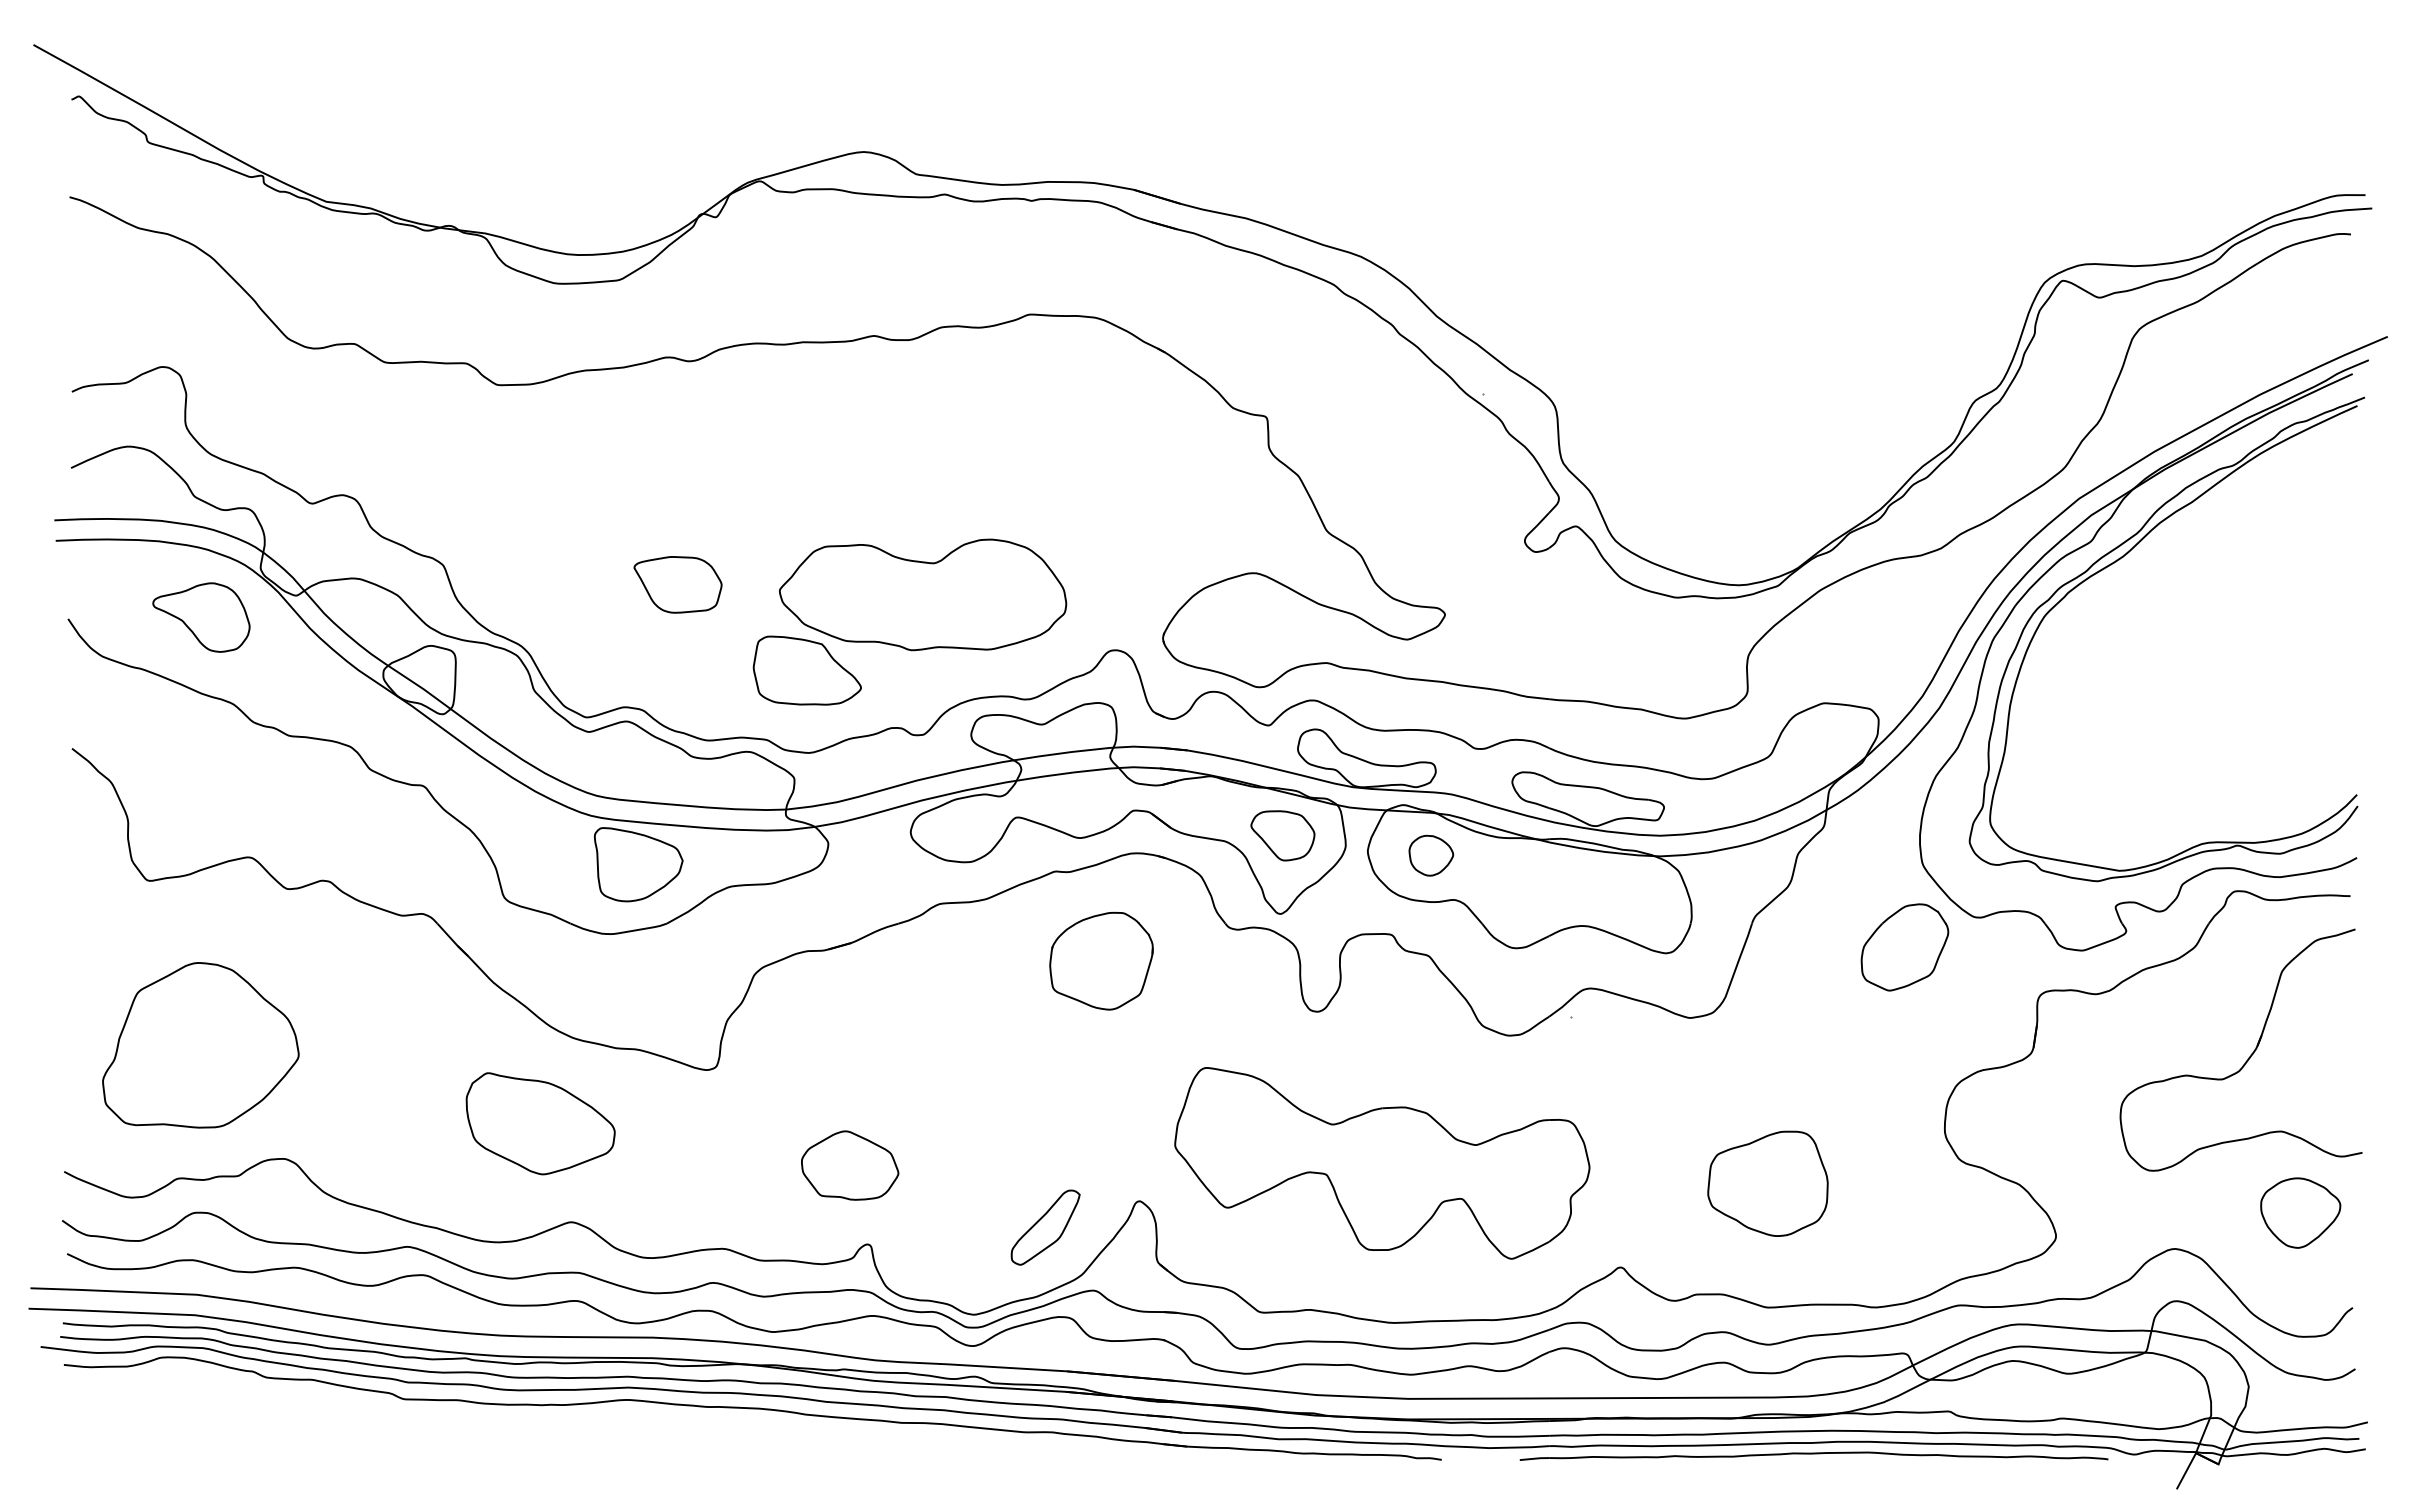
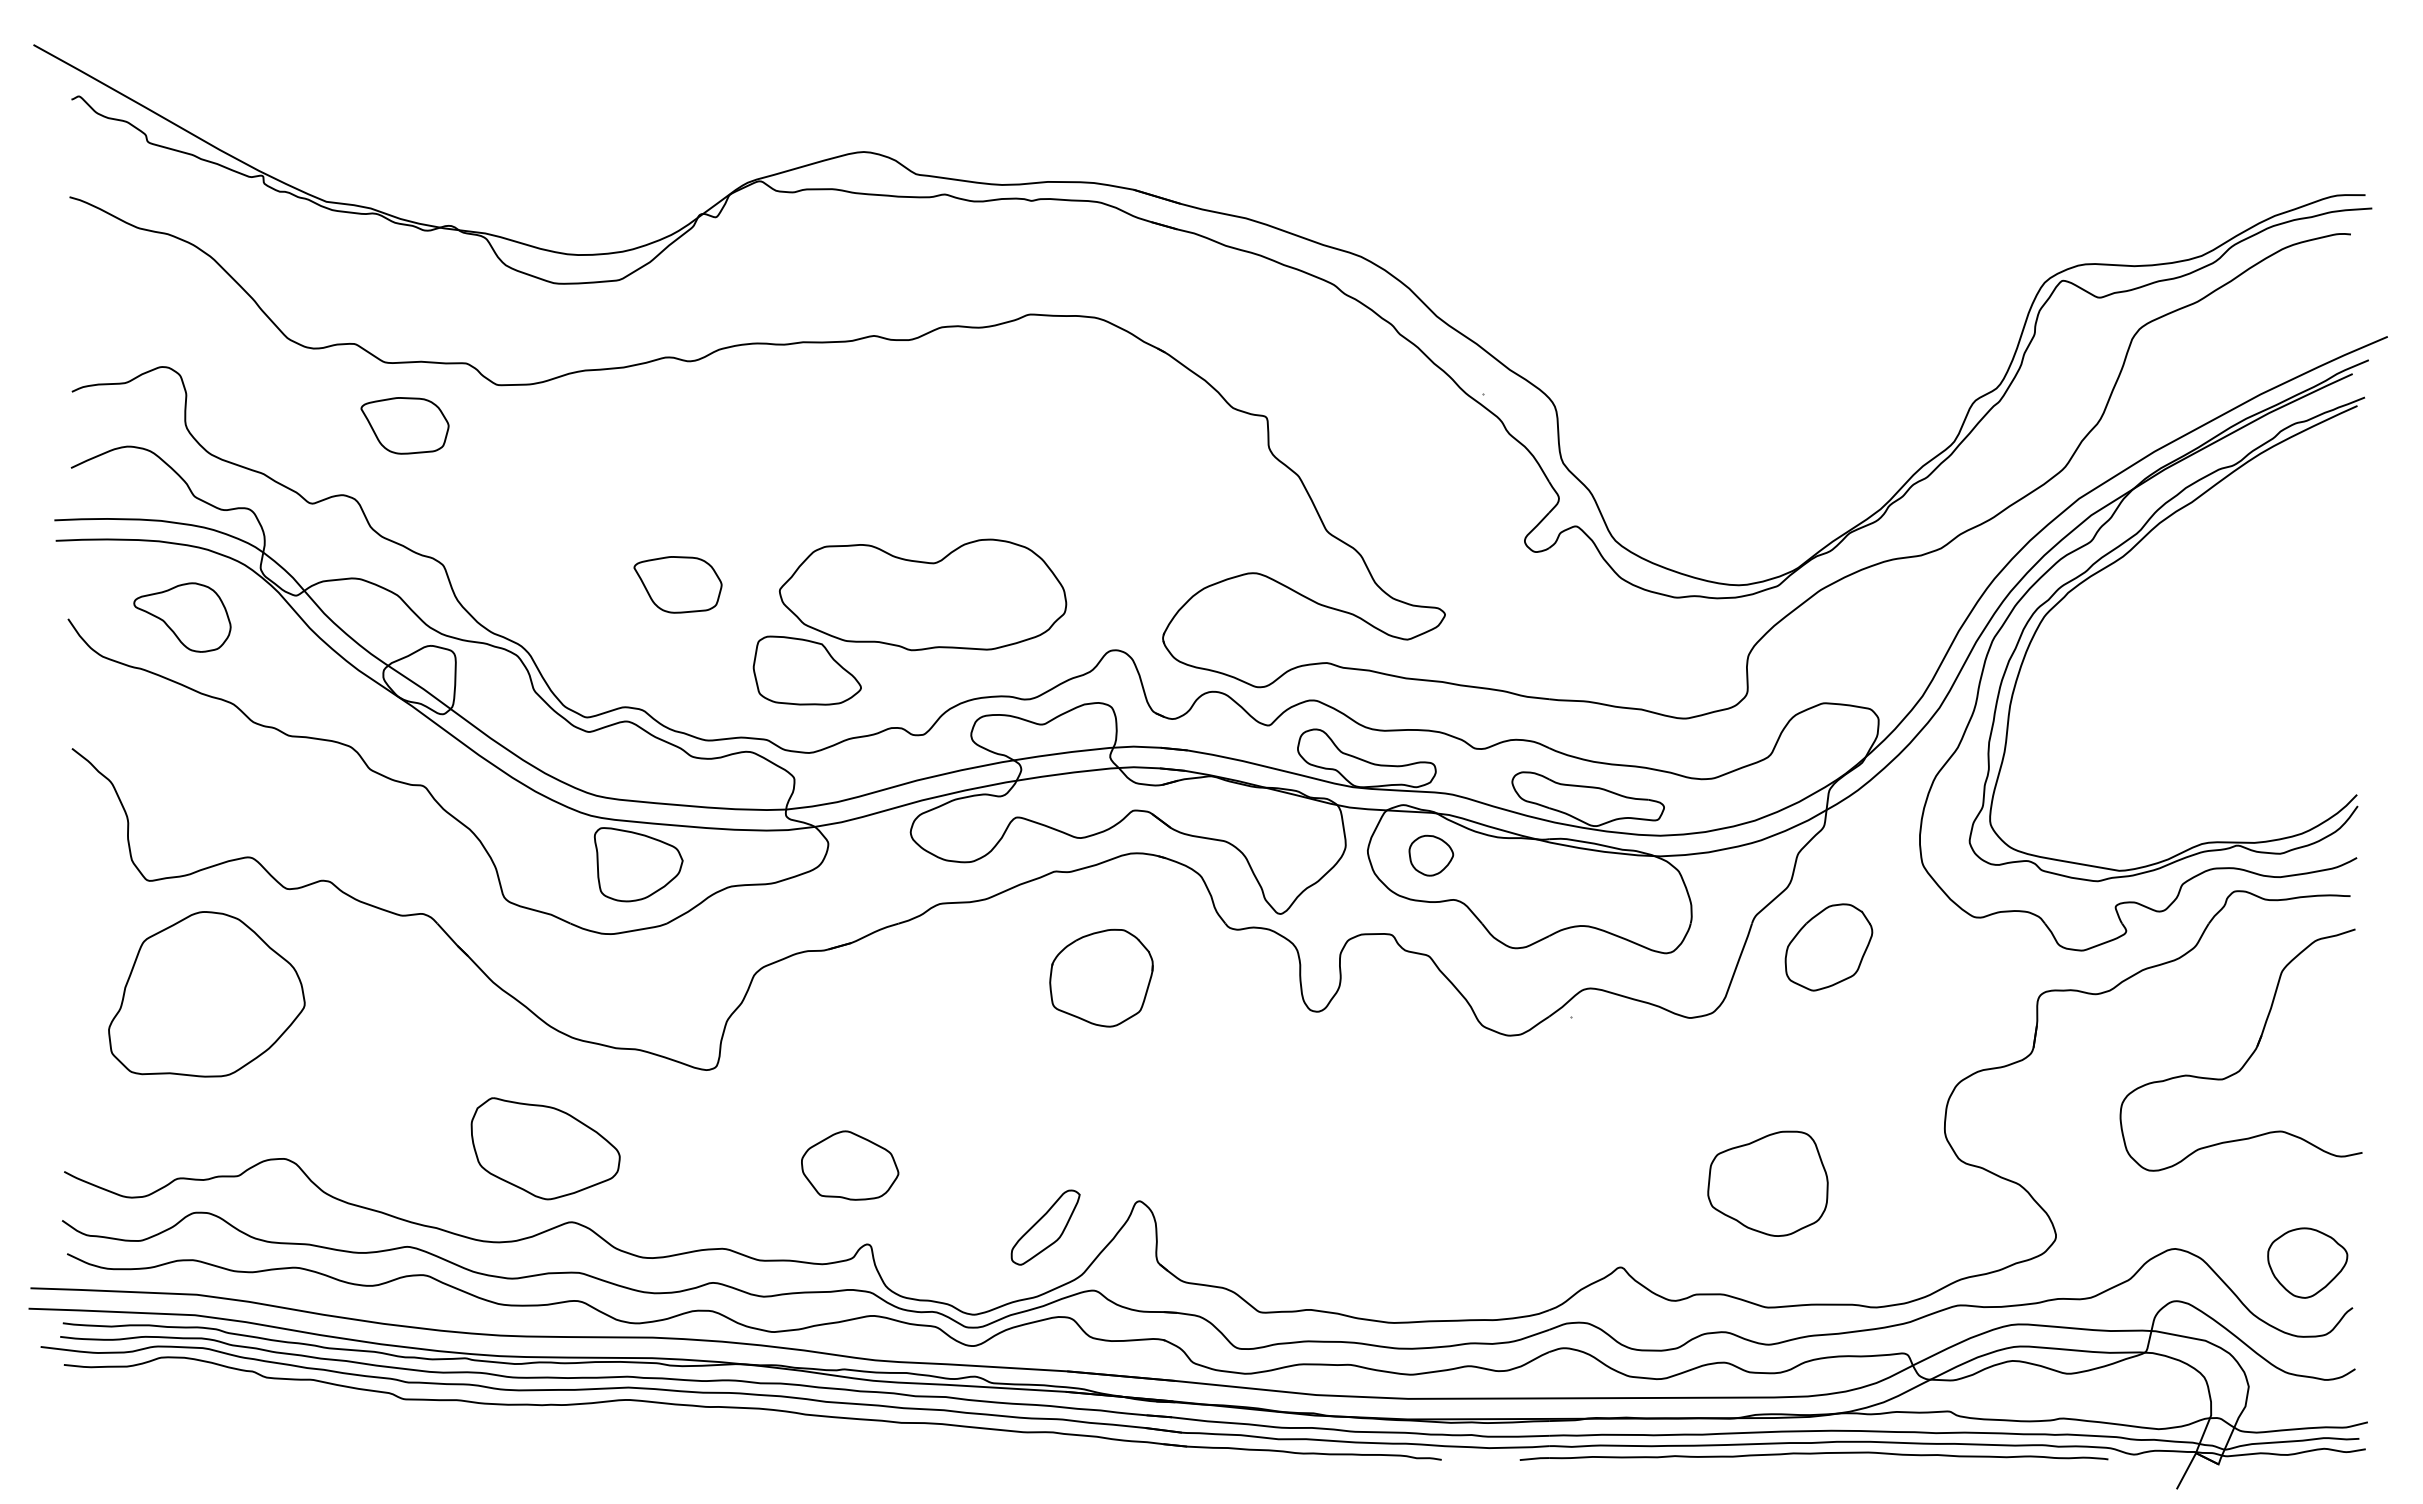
part at (404, 425): none -> present
part at (201, 617) position: (201, 617) -> (182, 617)
part at (1282, 835): present -> none
part at (1904, 947) position: (1904, 947) -> (1828, 947)
part at (1101, 960) position: (1101, 960) -> (1101, 977)
part at (200, 1045) position: (200, 1045) -> (206, 994)
part at (540, 1123) position: (540, 1123) -> (545, 1148)
part at (1382, 1163): present -> none
part at (2300, 1212) position: (2300, 1212) -> (2307, 1262)
